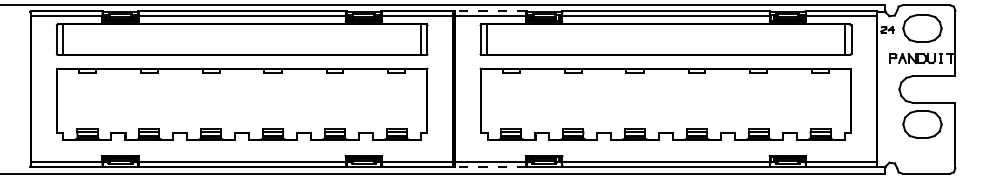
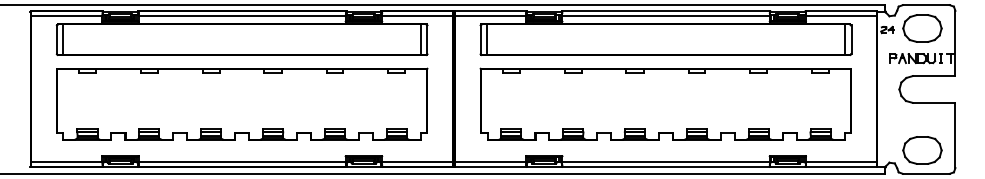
line at (490, 11): dashed -> solid
part at (922, 124) position: (922, 124) -> (922, 150)
line at (490, 166): dashed -> solid
